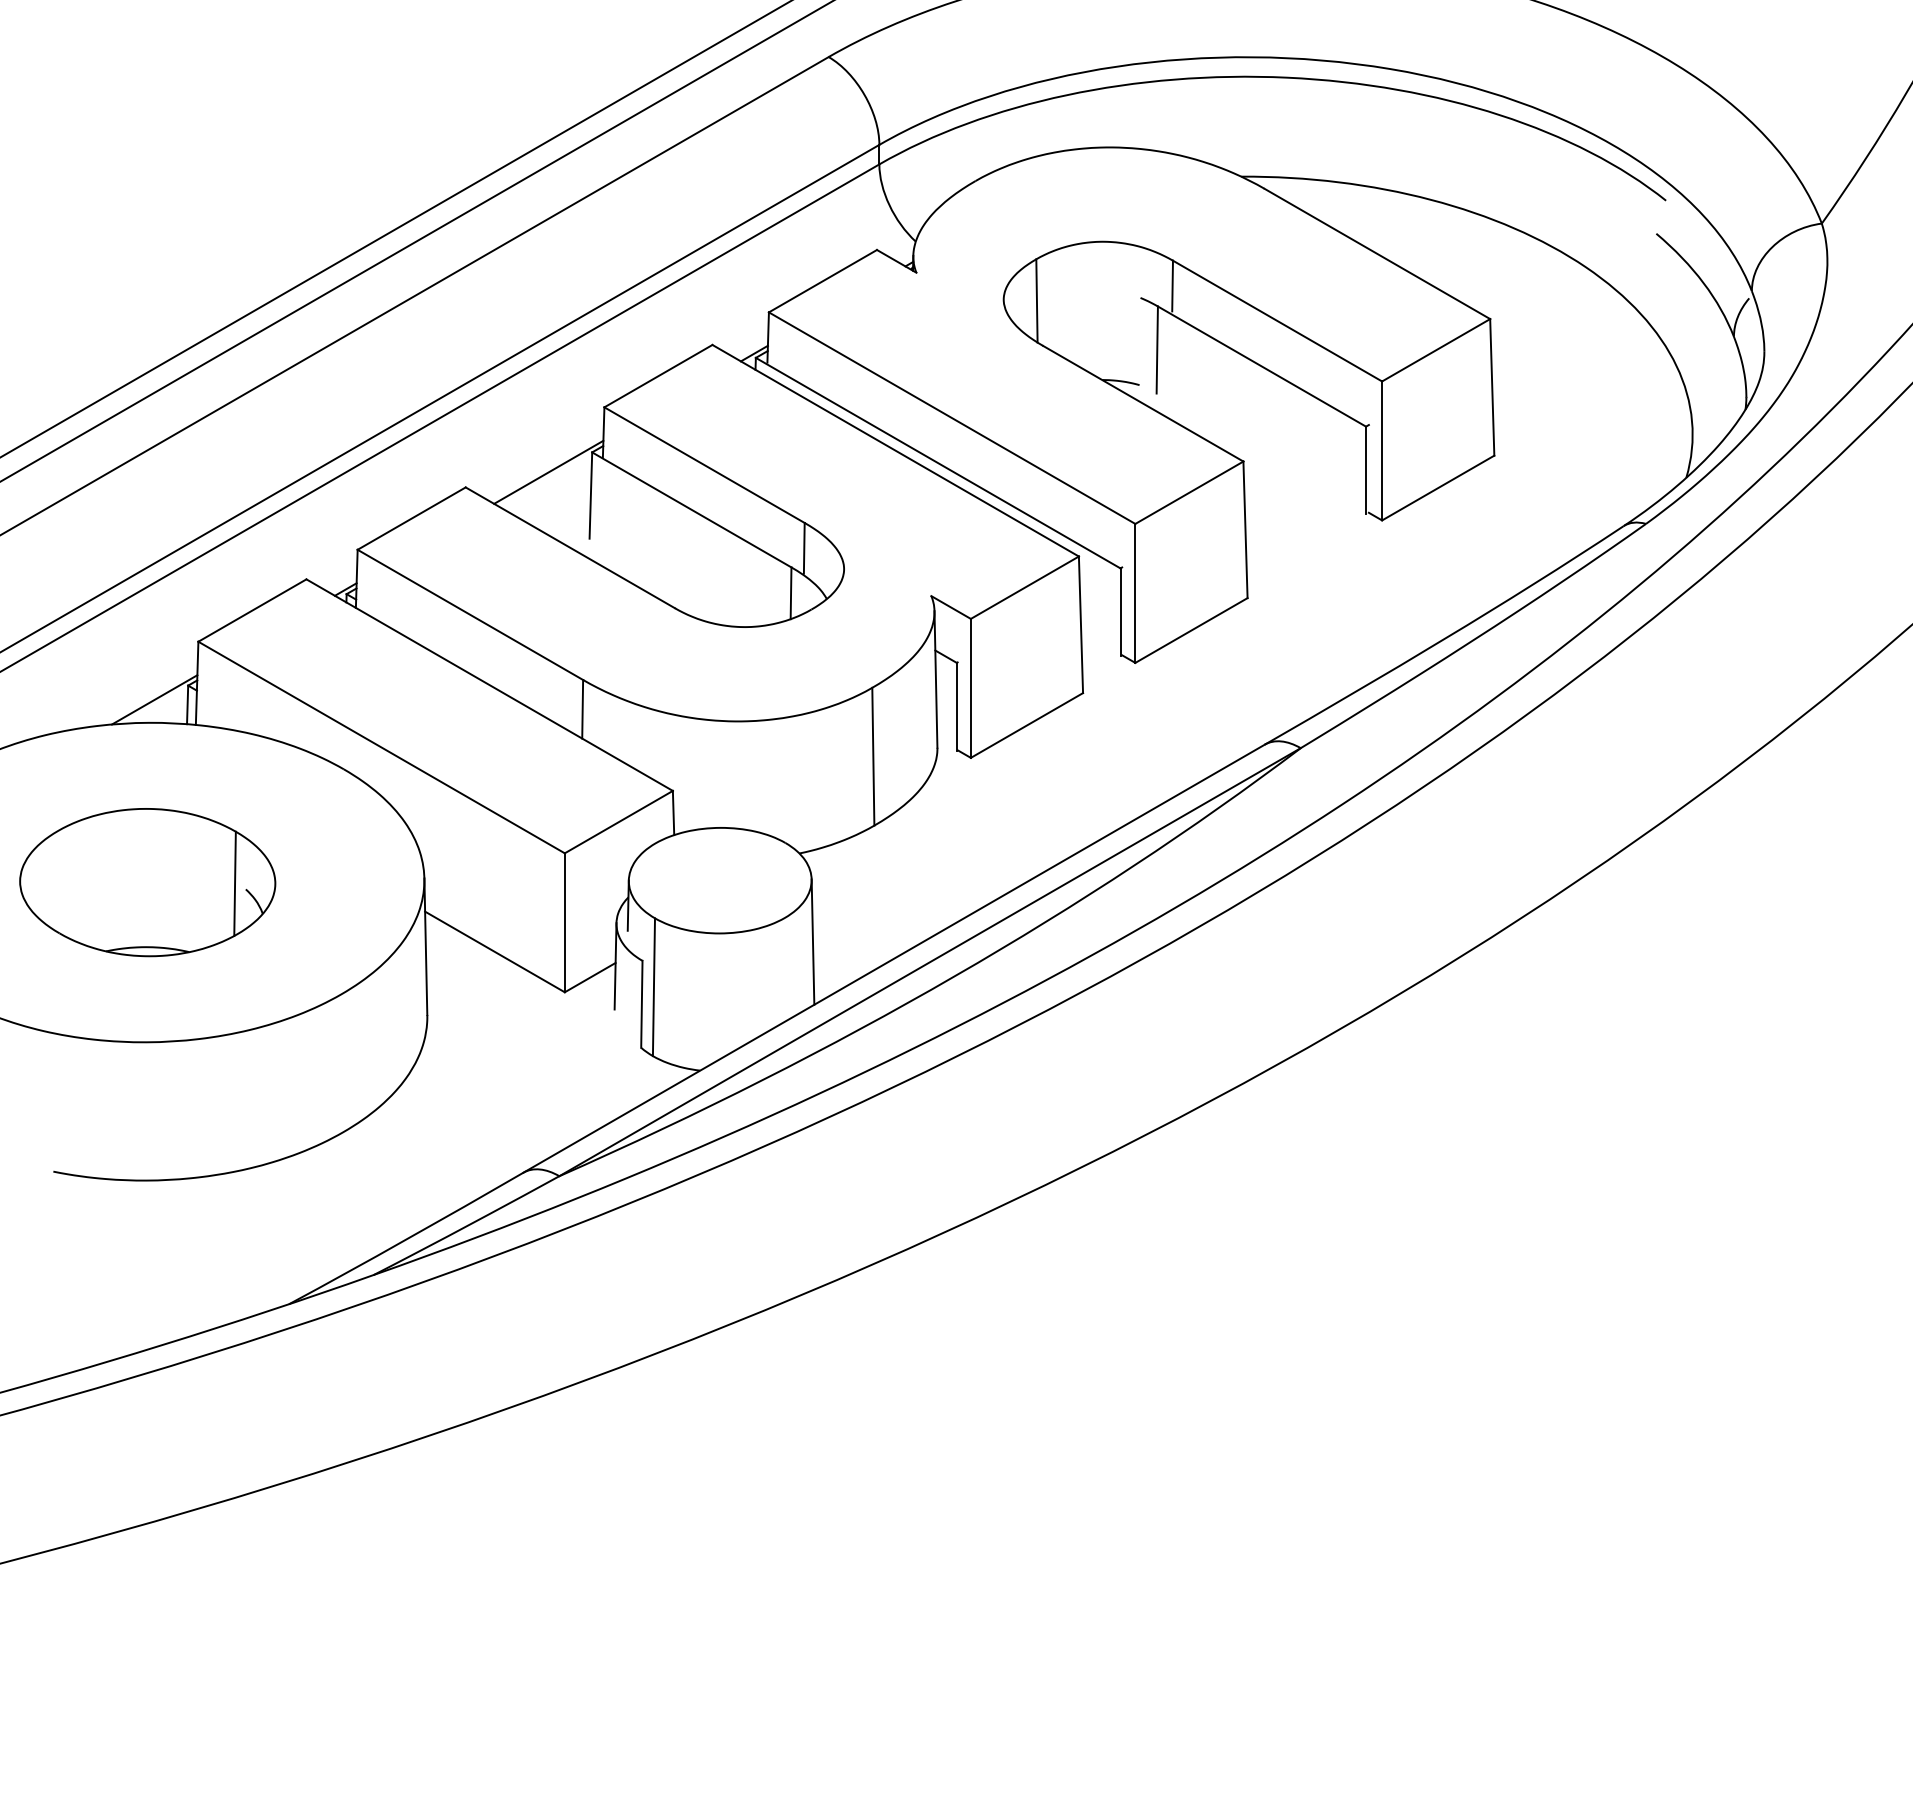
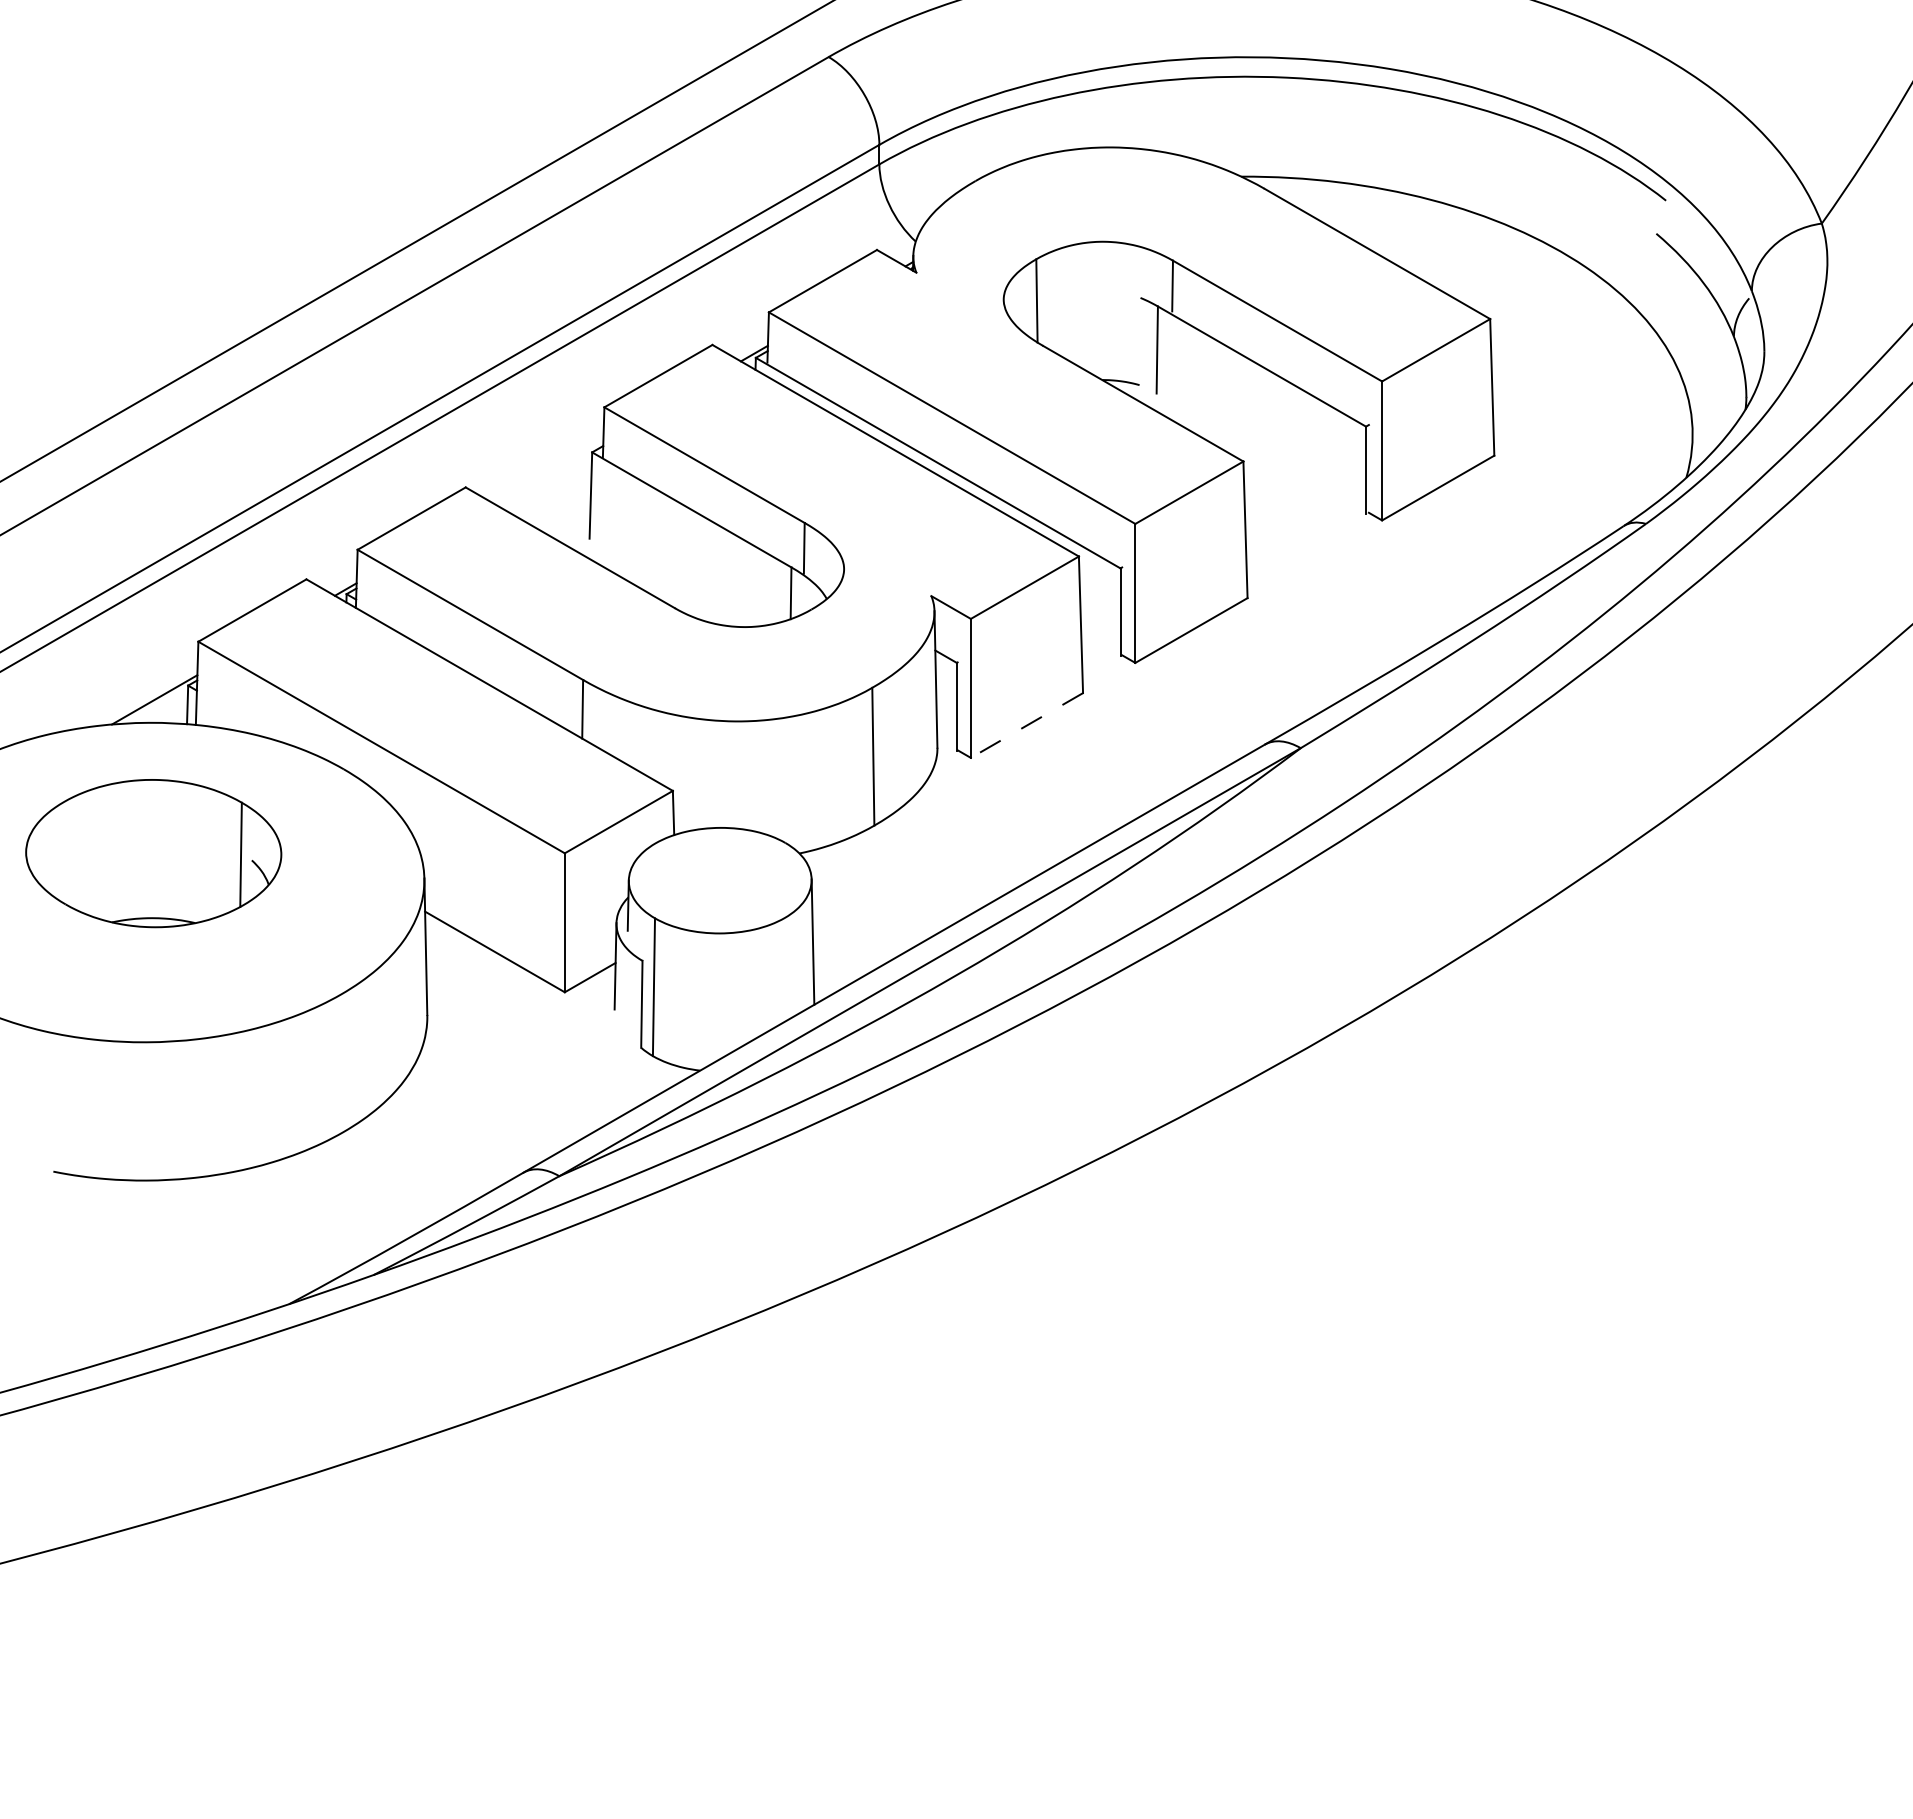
line at (395, 229): present -> none
line at (548, 471): present -> none
line at (1026, 725): solid -> dashed
part at (147, 882) position: (147, 882) -> (153, 853)
